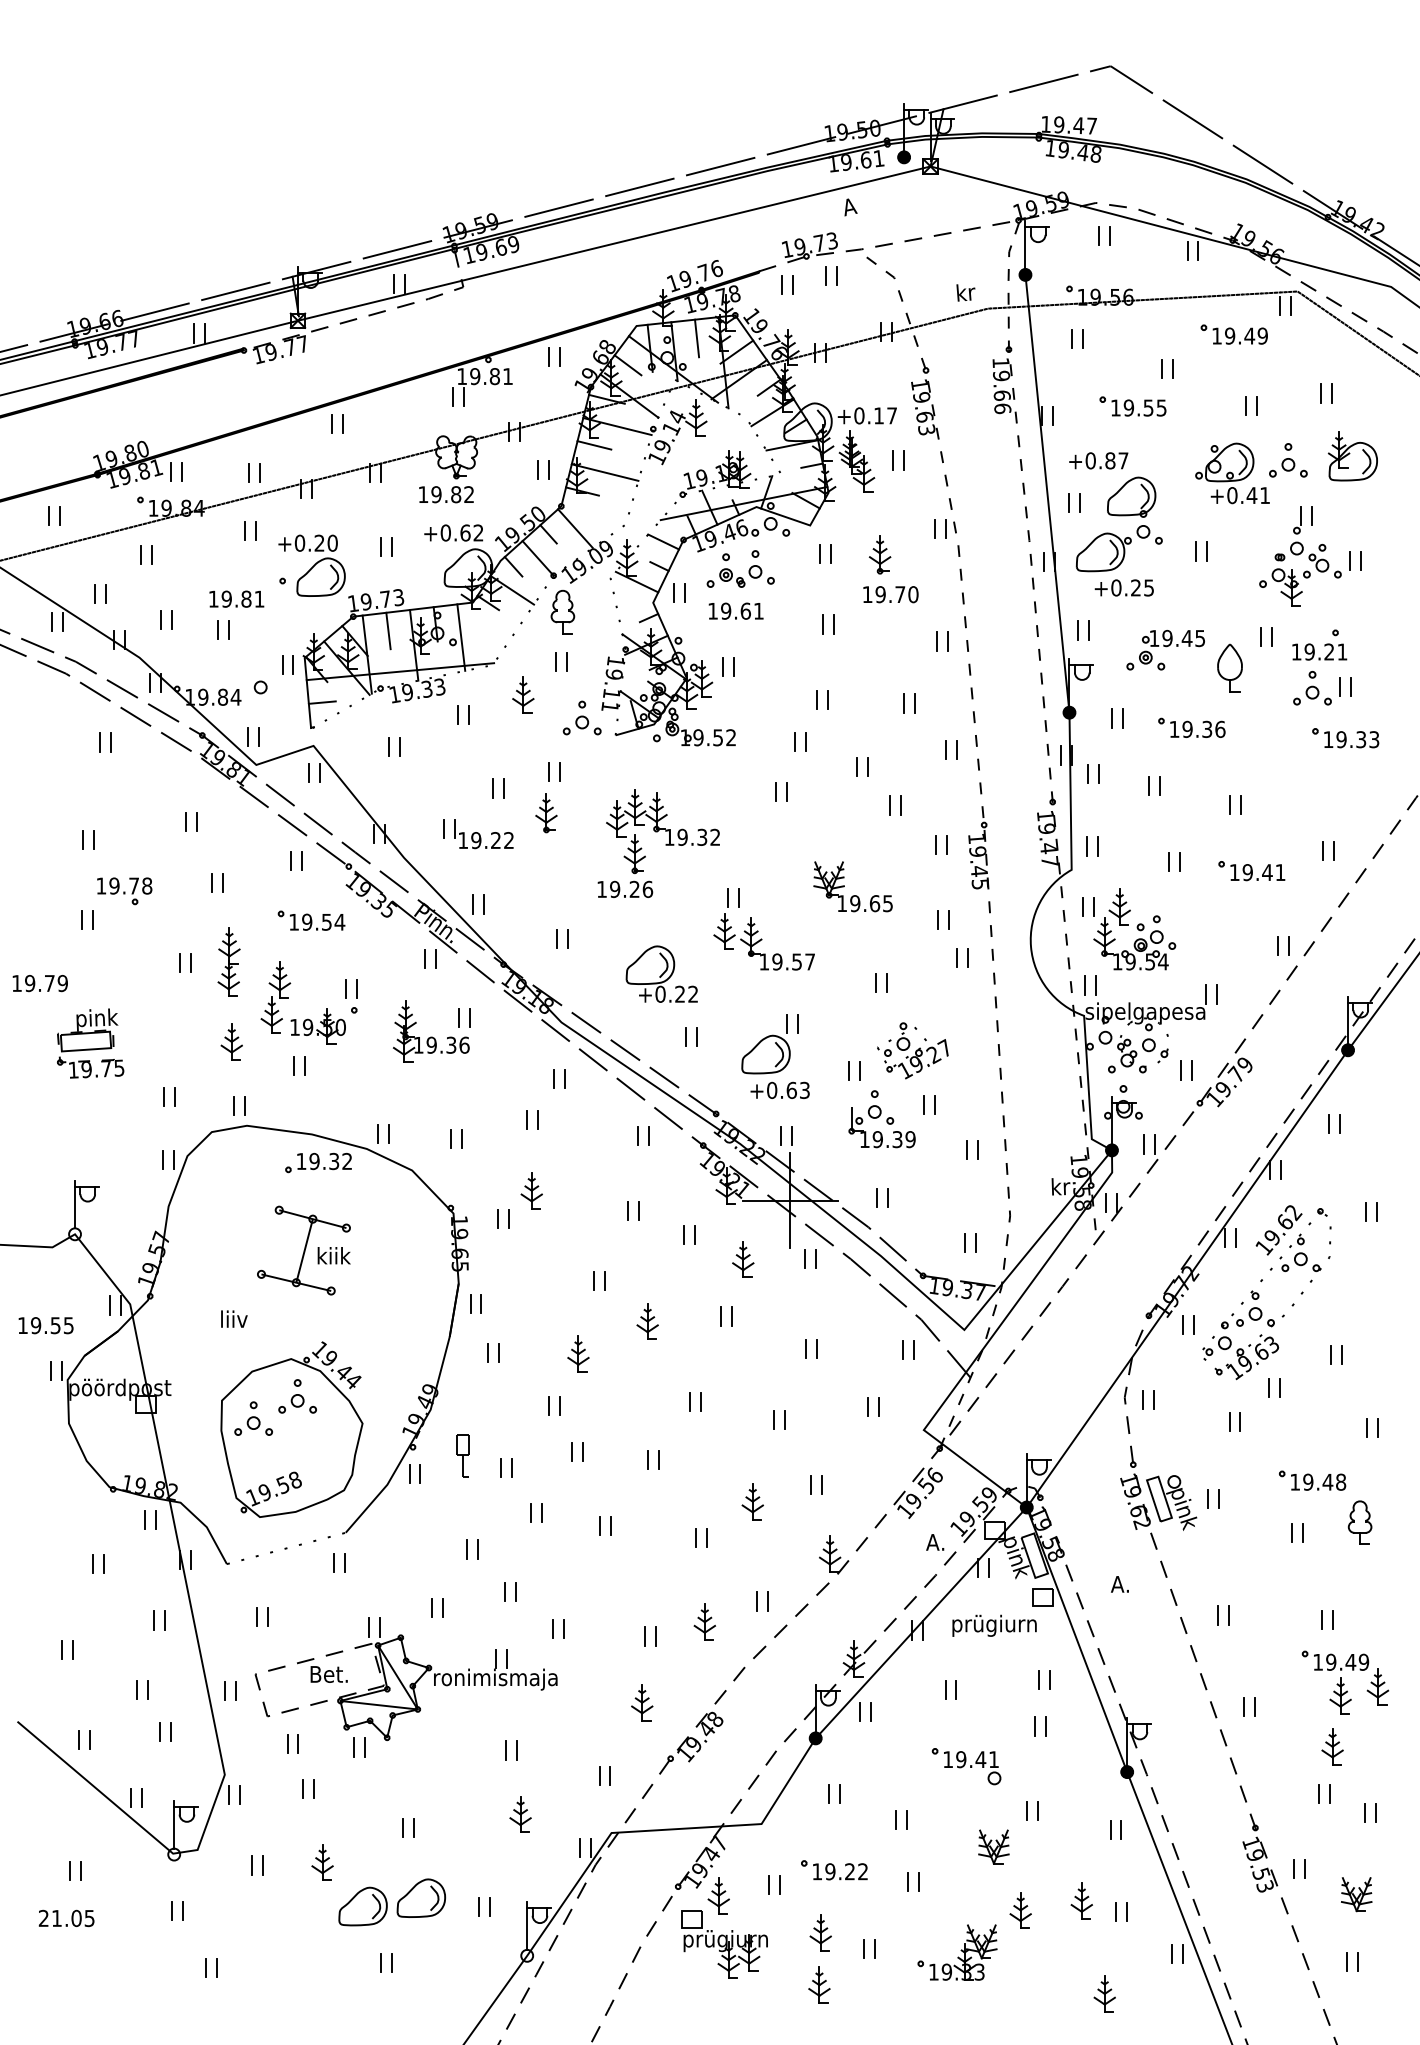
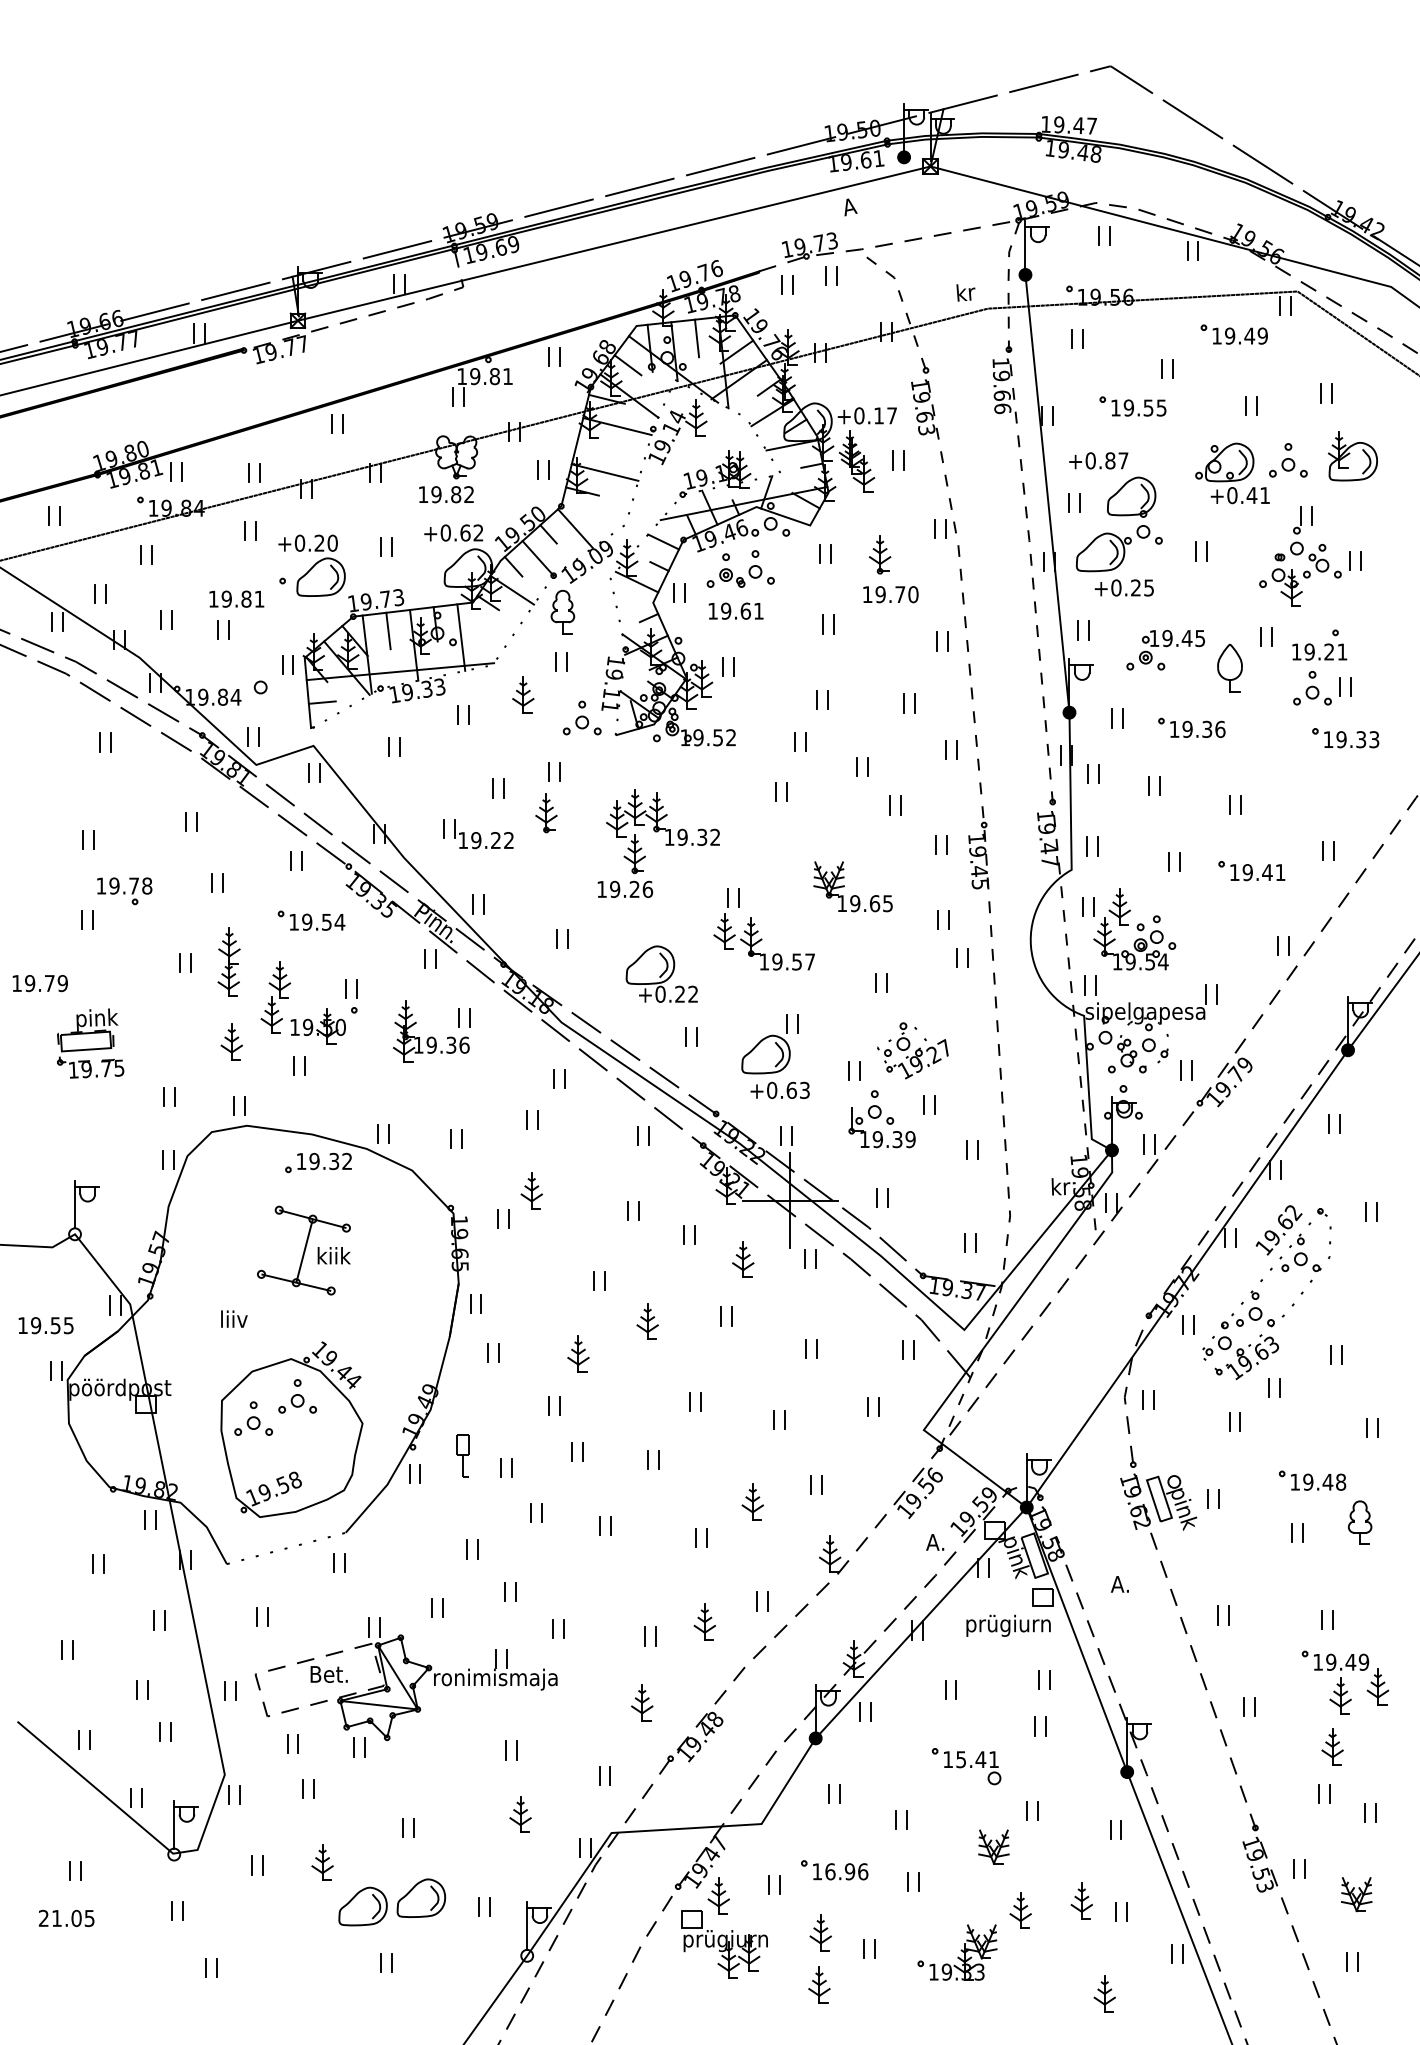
line at (594, 445): present -> none
text at (994, 1625) position: (994, 1625) -> (1008, 1625)
text at (961, 1759): 19.41 -> 15.41
text at (846, 1871): 19.22 -> 16.96
